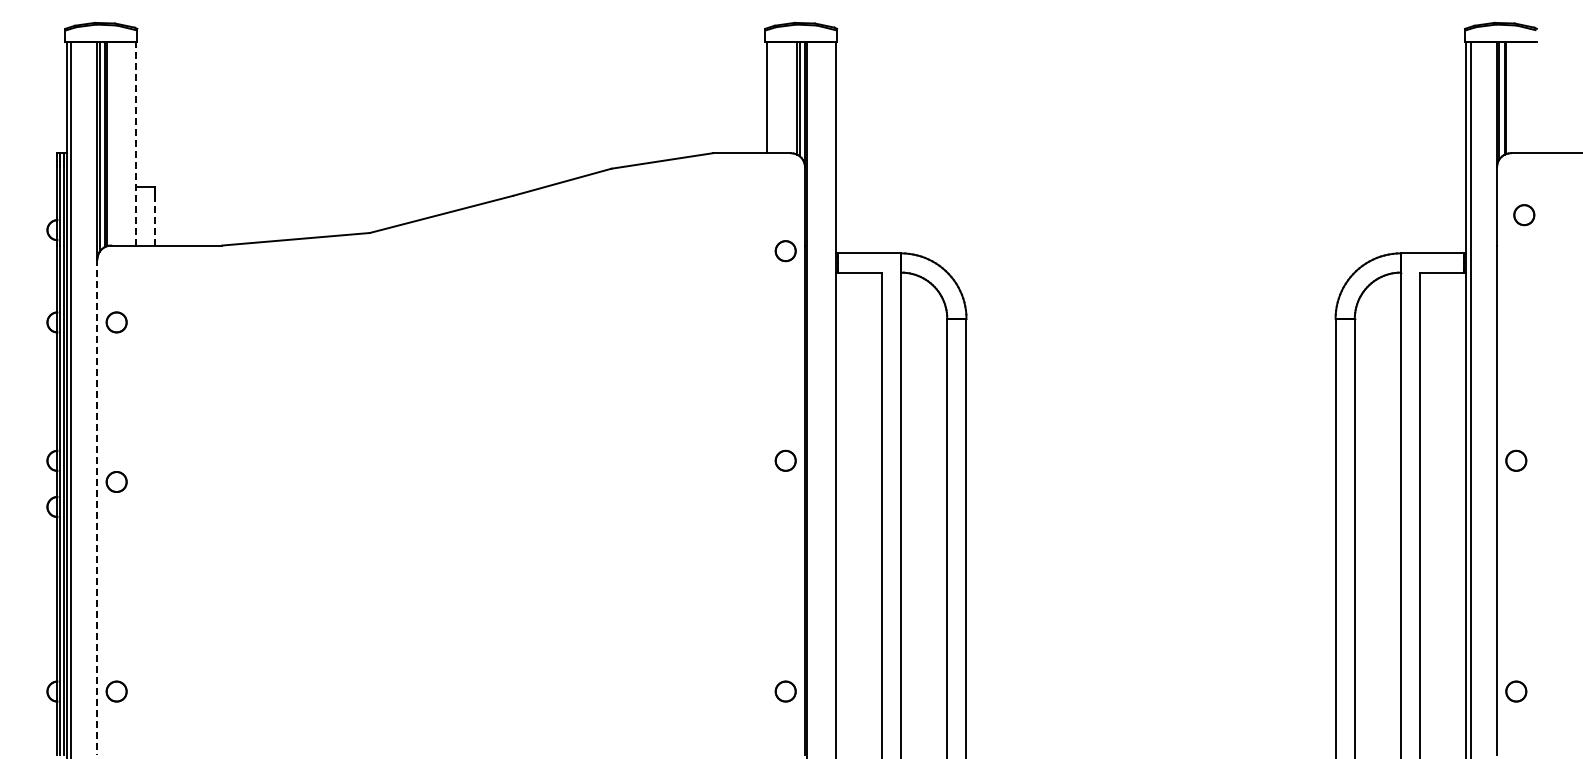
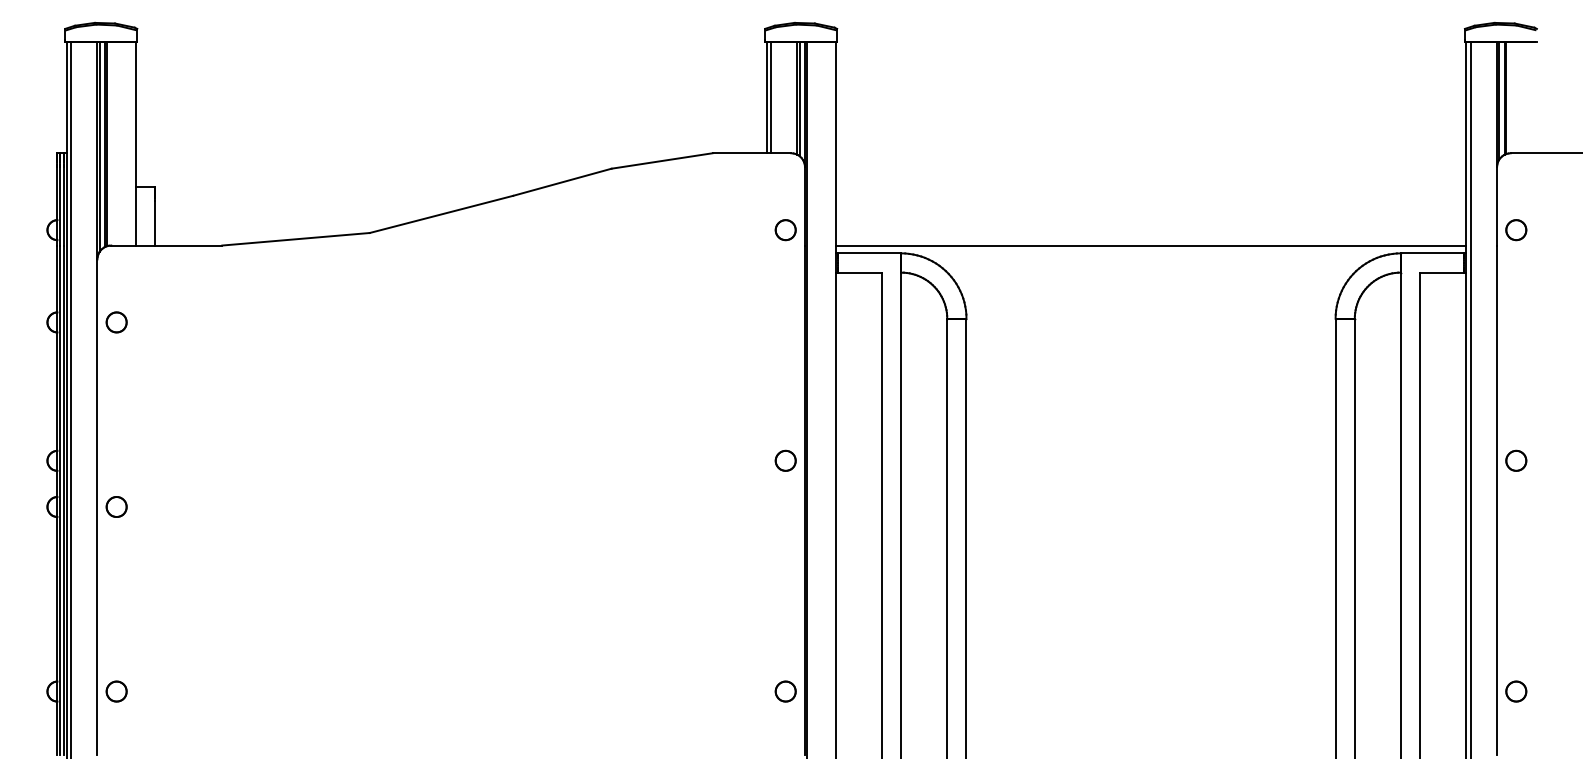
line at (771, 97): none -> present
line at (135, 143): dashed -> solid
part at (1524, 215) position: (1524, 215) -> (1516, 230)
line at (155, 222): dashed -> solid
line at (1150, 245): none -> present
part at (785, 251) position: (785, 251) -> (785, 230)
part at (116, 481) position: (116, 481) -> (116, 506)
line at (97, 507): dashed -> solid
